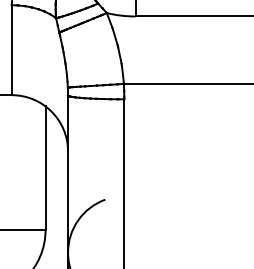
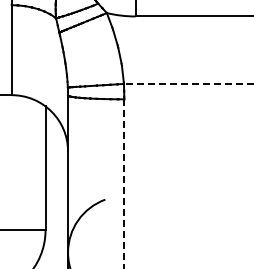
line at (188, 83): solid -> dashed
line at (124, 184): solid -> dashed
